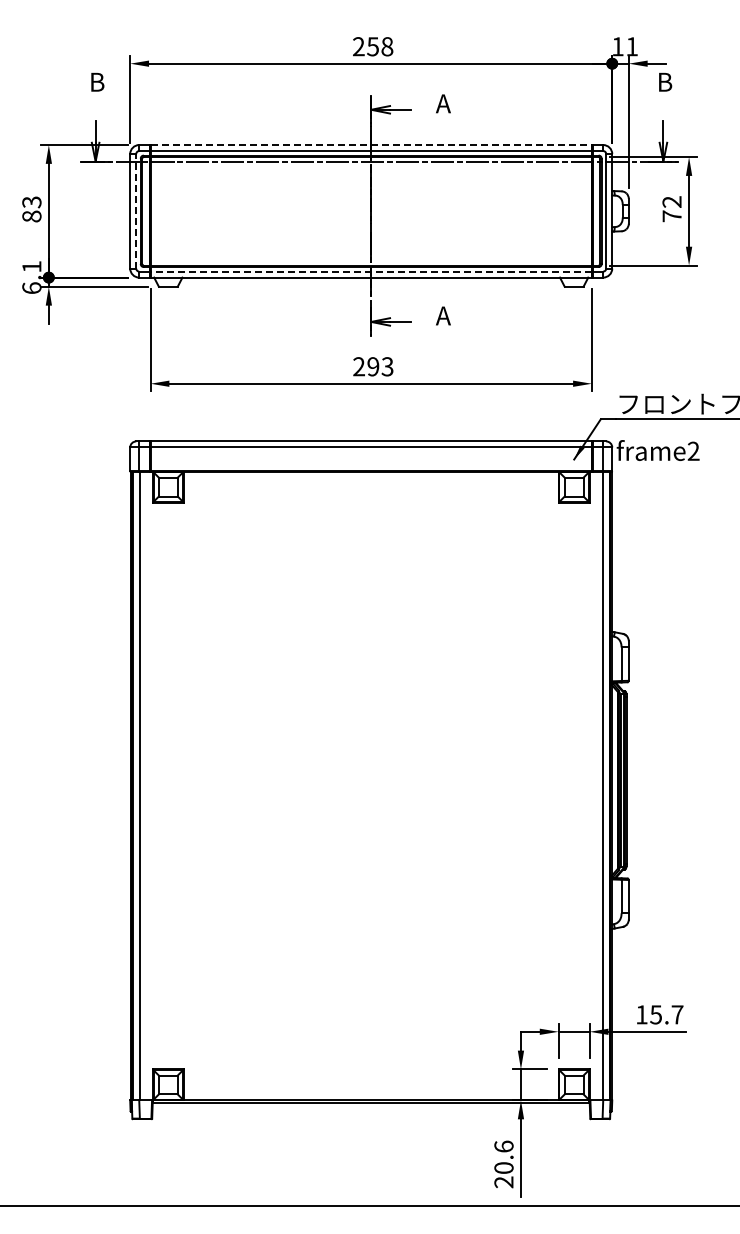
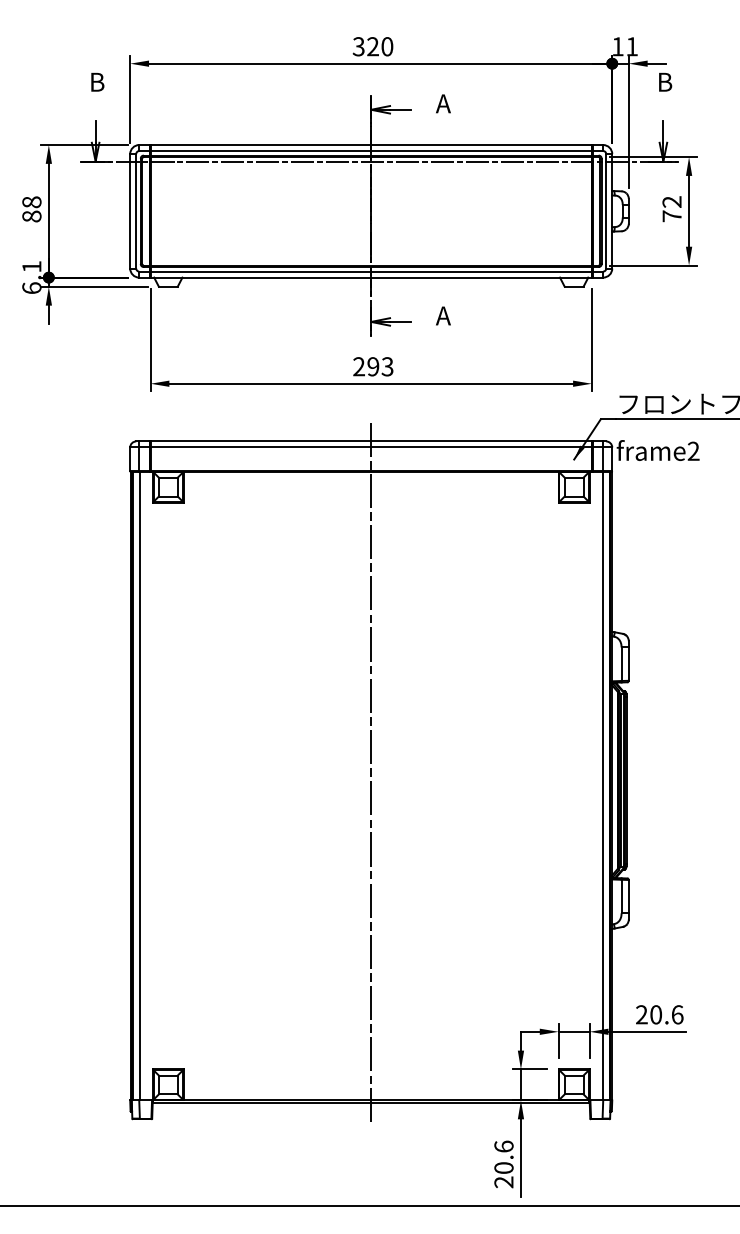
text at (372, 46): 258 -> 320
line at (371, 145): dashed -> solid
text at (31, 202): 83 -> 88
line at (136, 210): dashed -> solid
line at (371, 271): dashed -> solid
line at (371, 771): none -> present
text at (659, 1014): 15.7 -> 20.6
